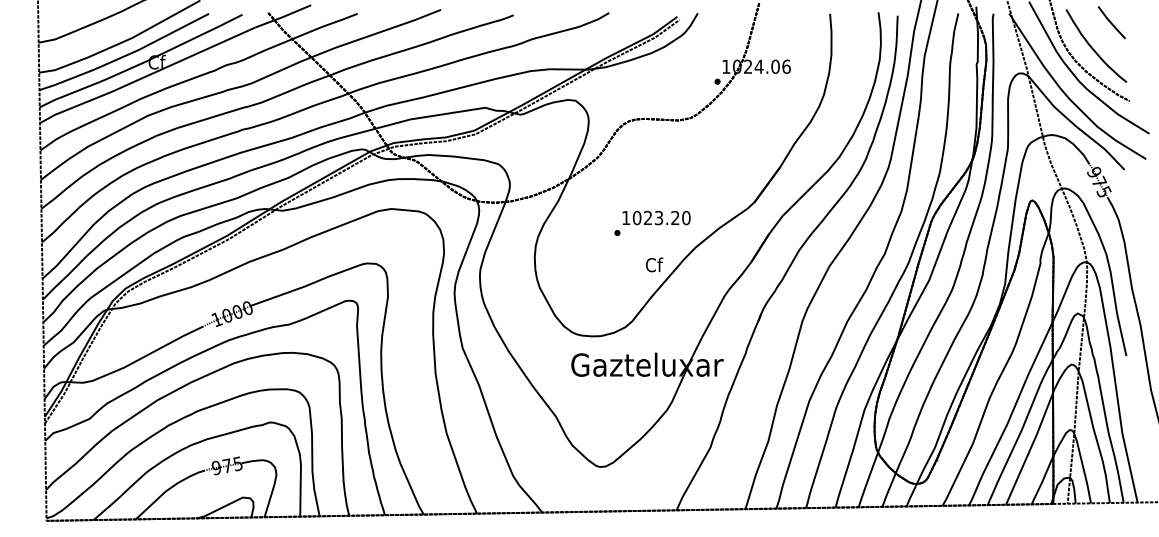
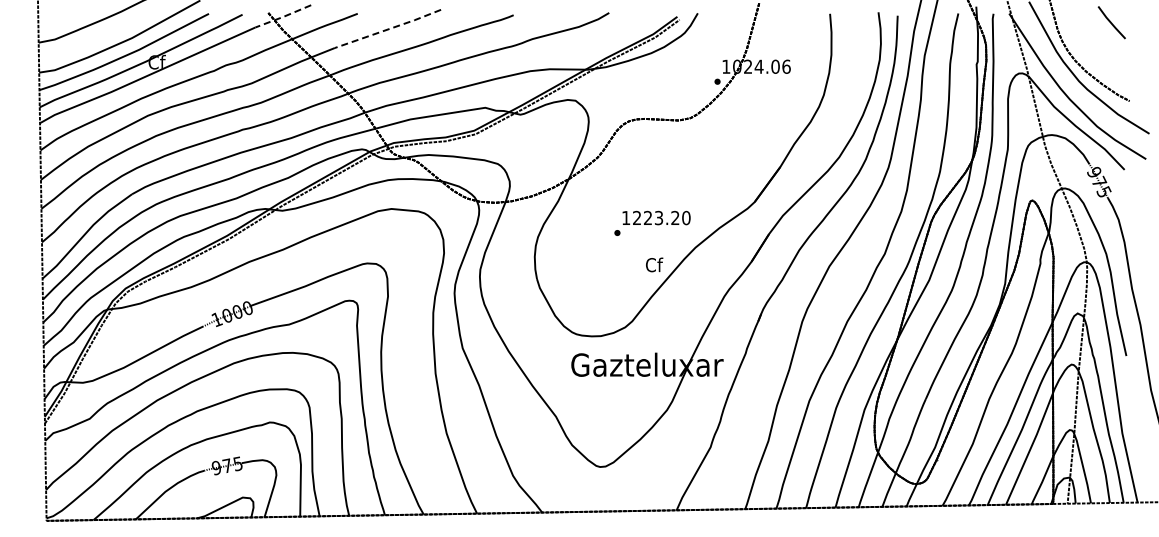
line at (283, 16): solid -> dashed
line at (388, 29): solid -> dashed
curve at (1093, 48): present -> none
text at (636, 218): 1023.20 -> 1223.20
